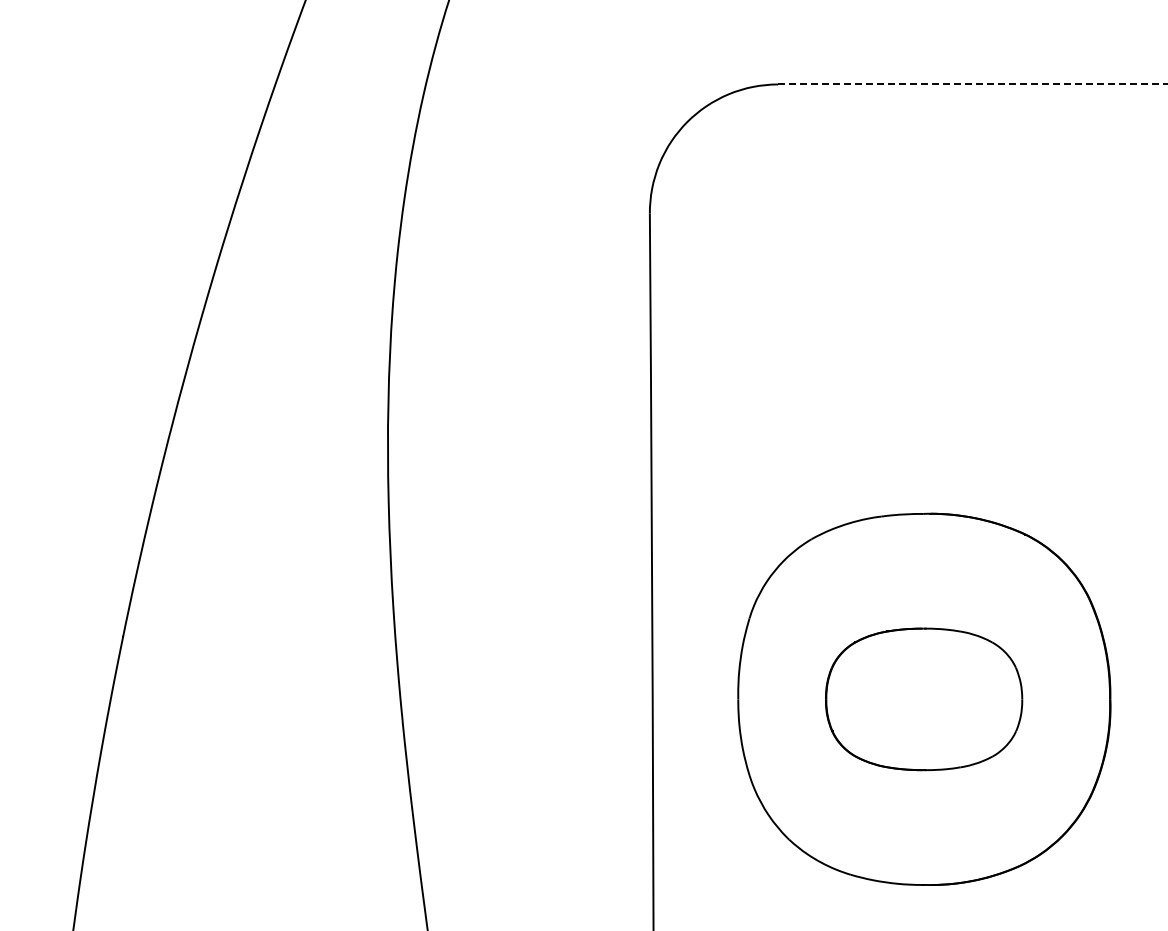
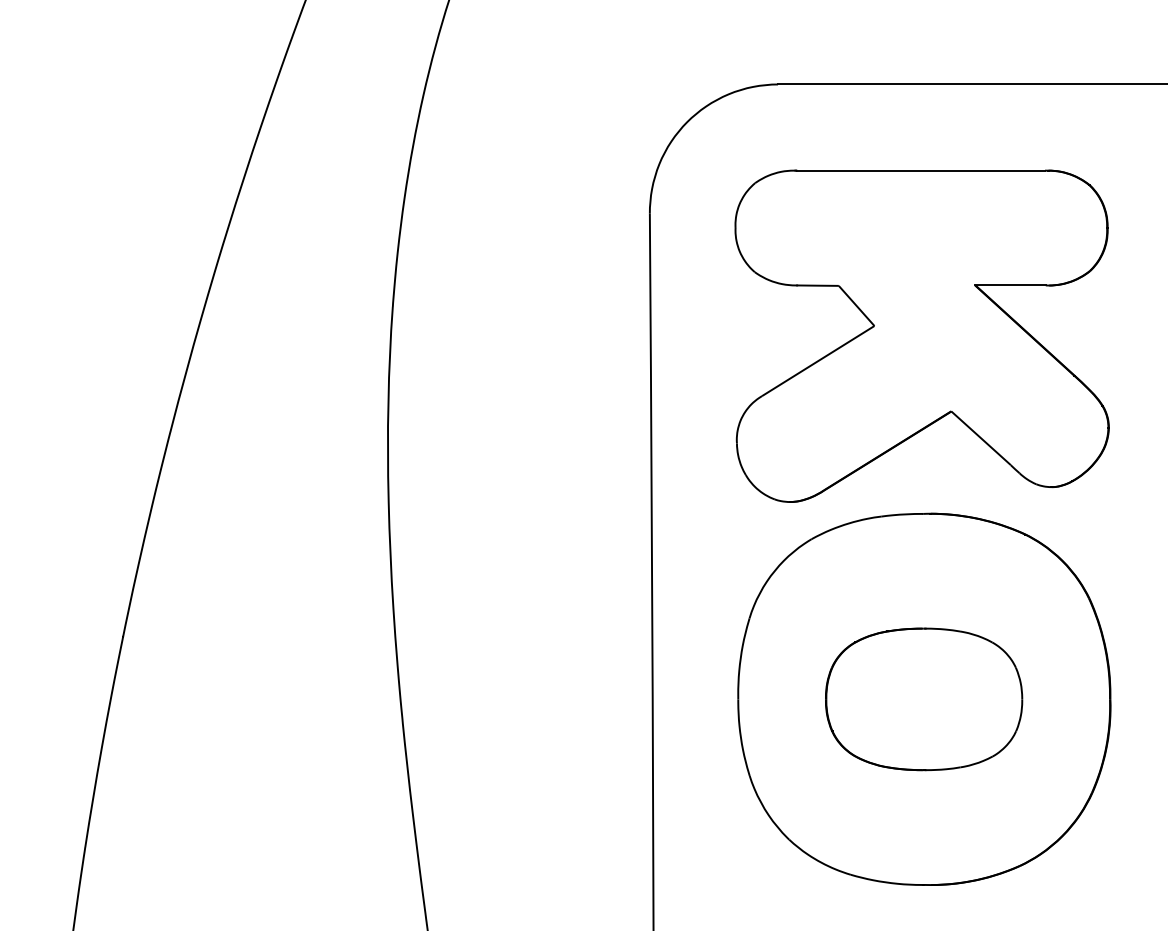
line at (972, 84): dashed -> solid
part at (921, 335): none -> present
